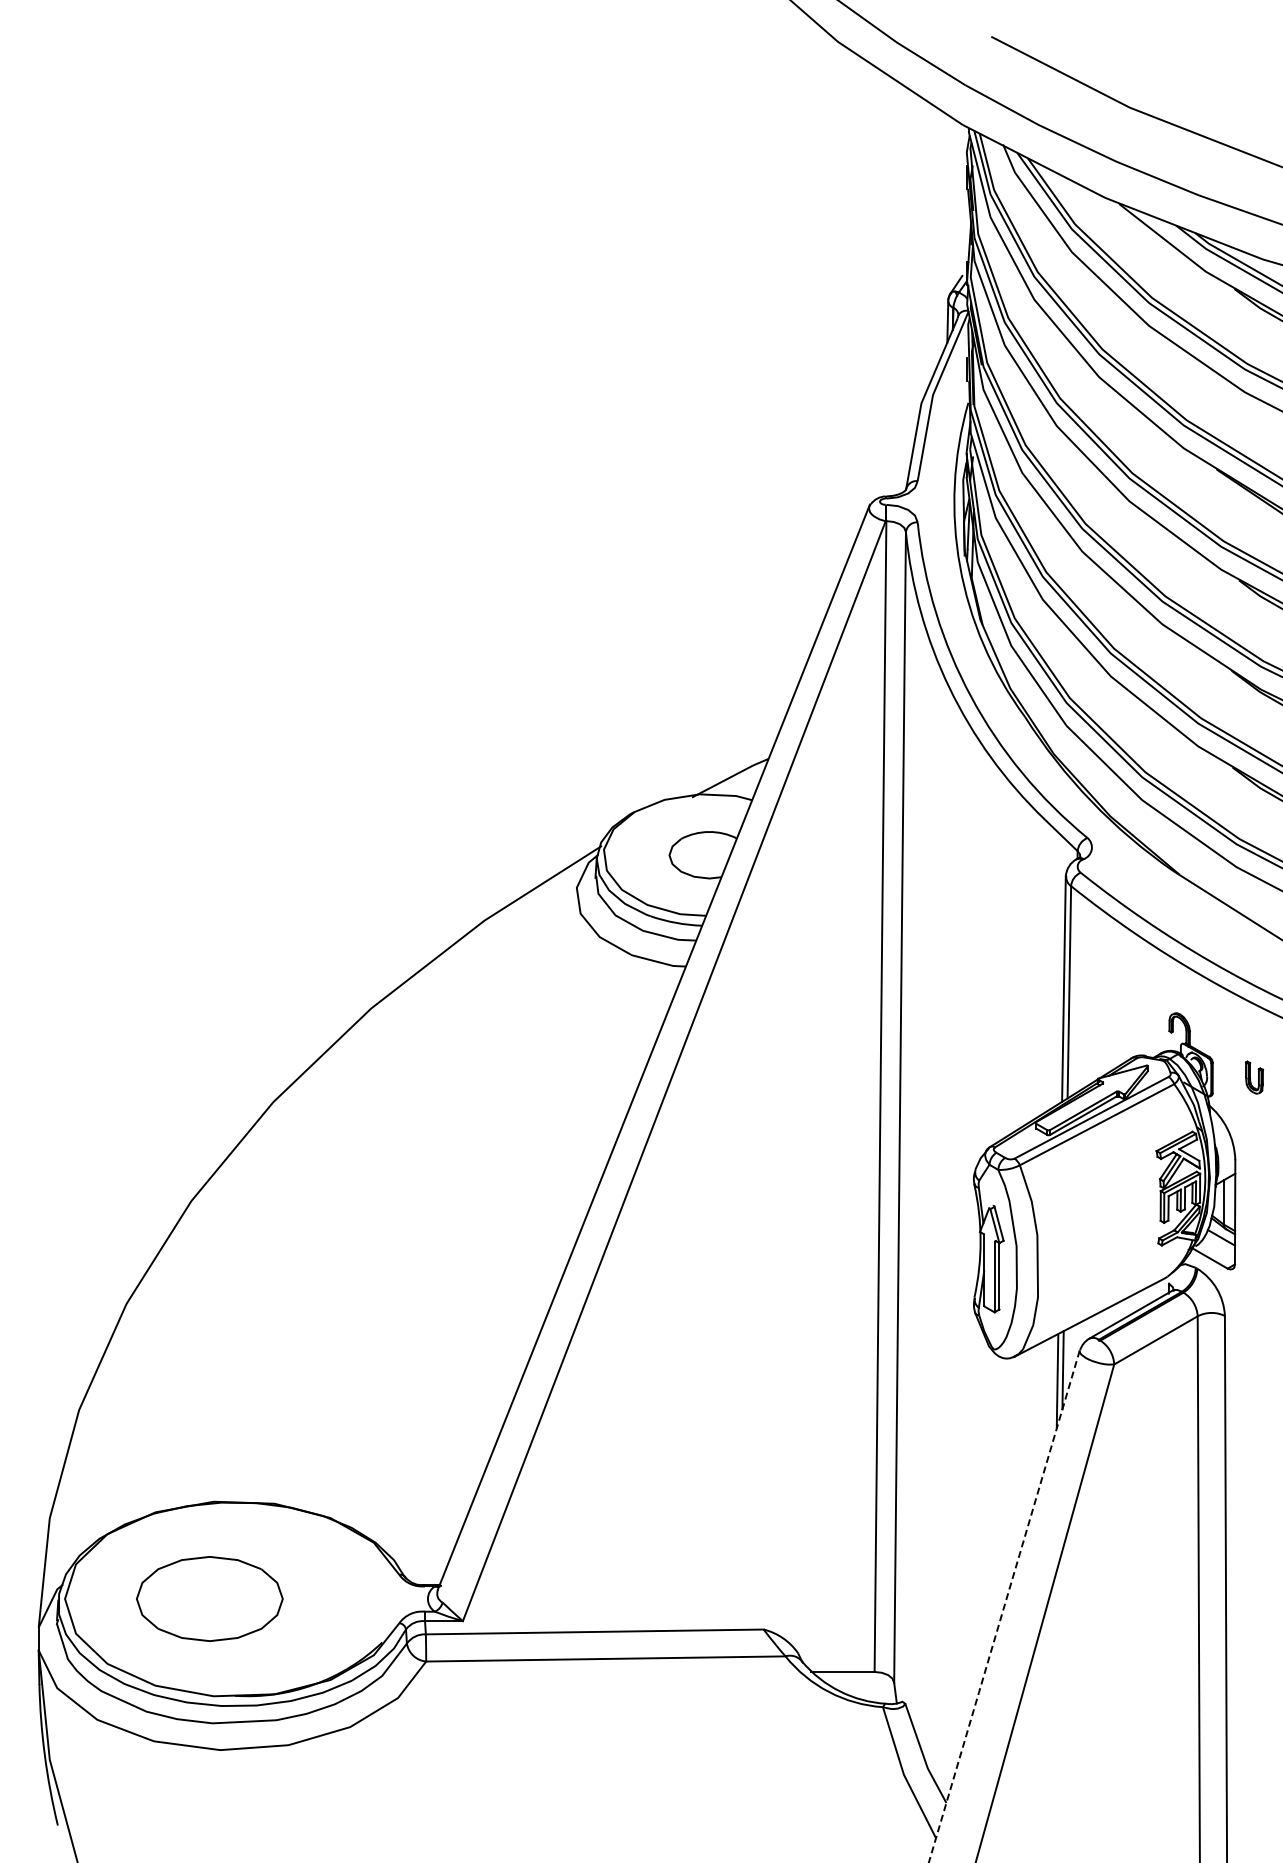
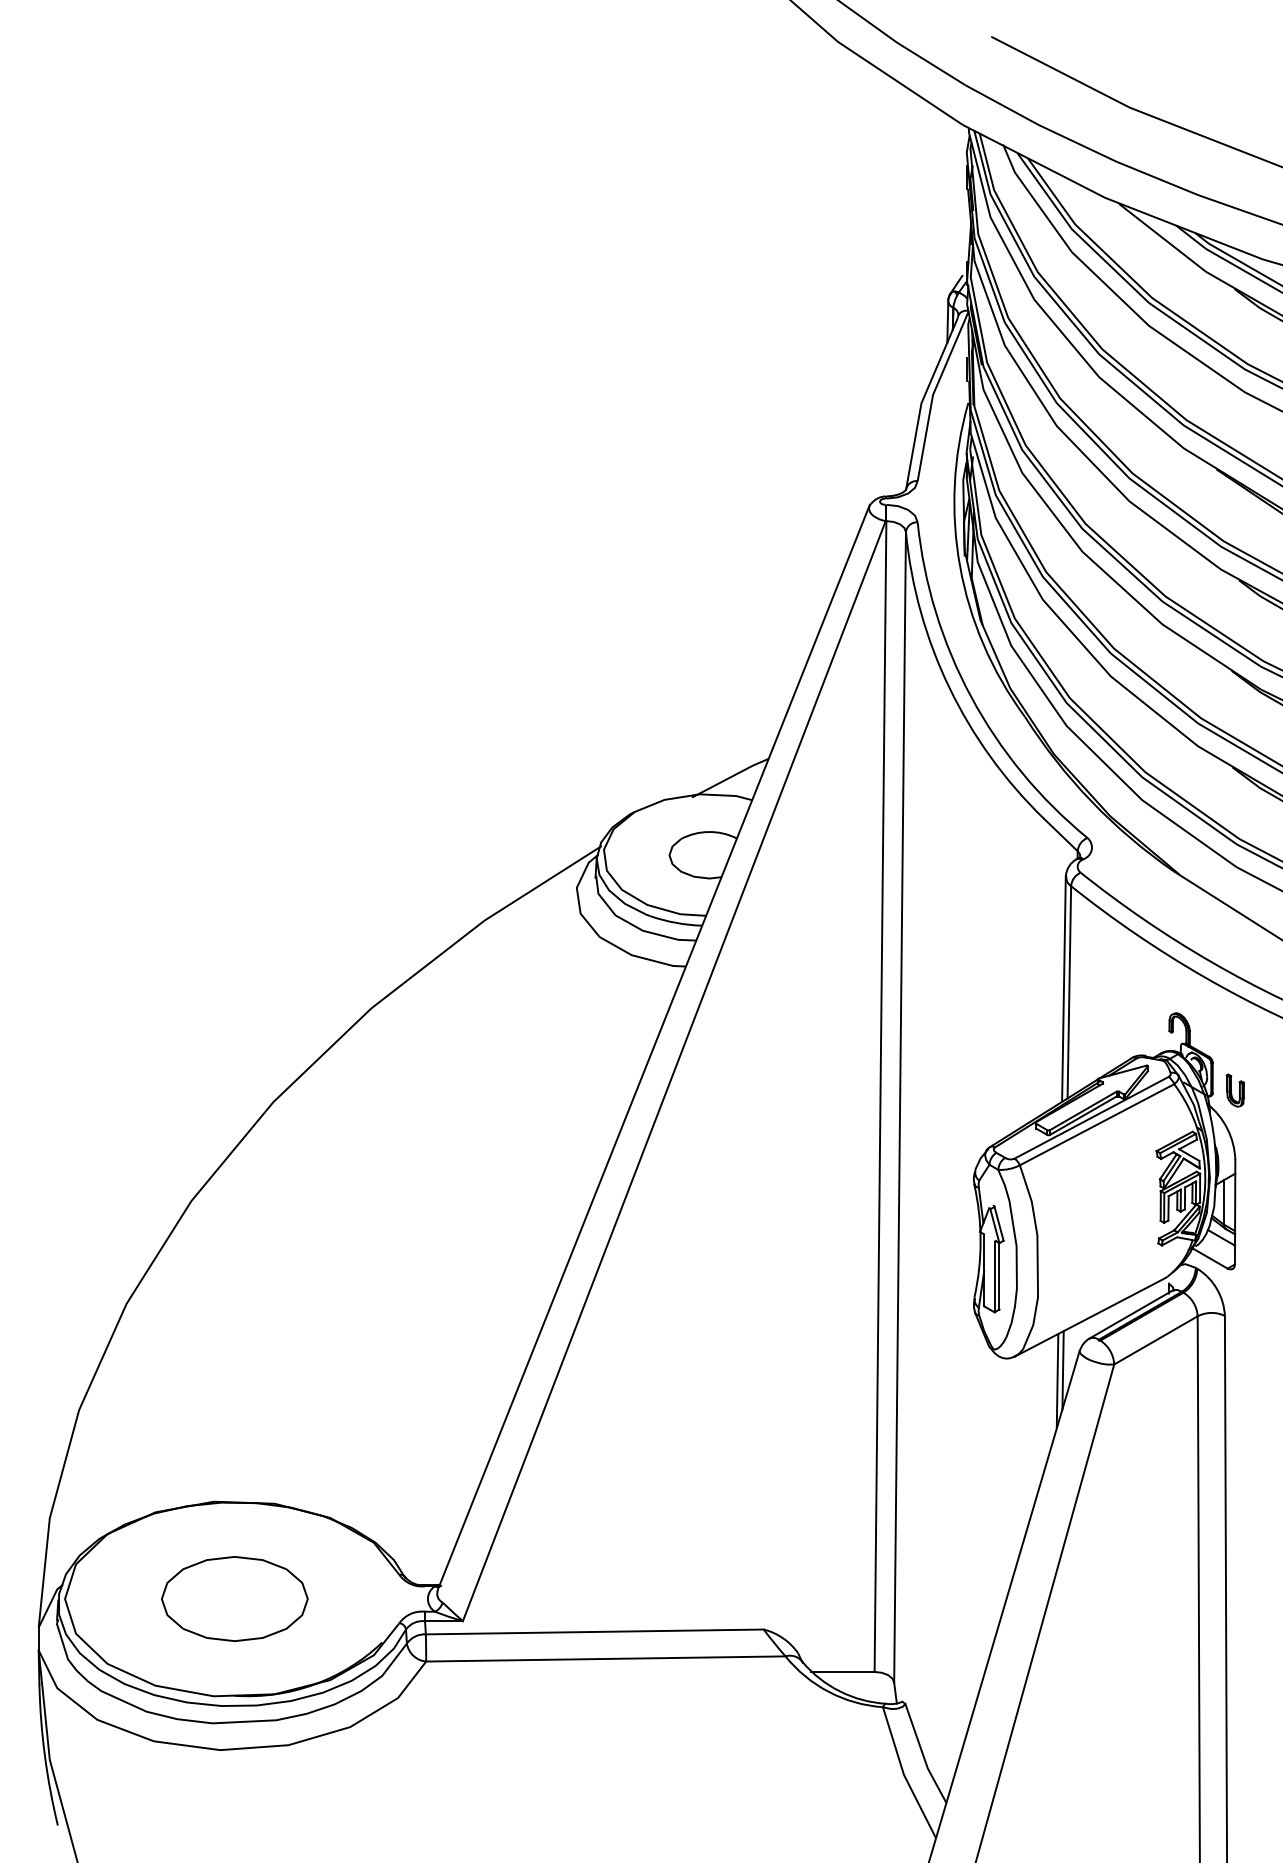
part at (1253, 1077) position: (1253, 1077) -> (1234, 1090)
part at (209, 1598) position: (209, 1598) -> (234, 1598)
line at (1004, 1606): dashed -> solid
